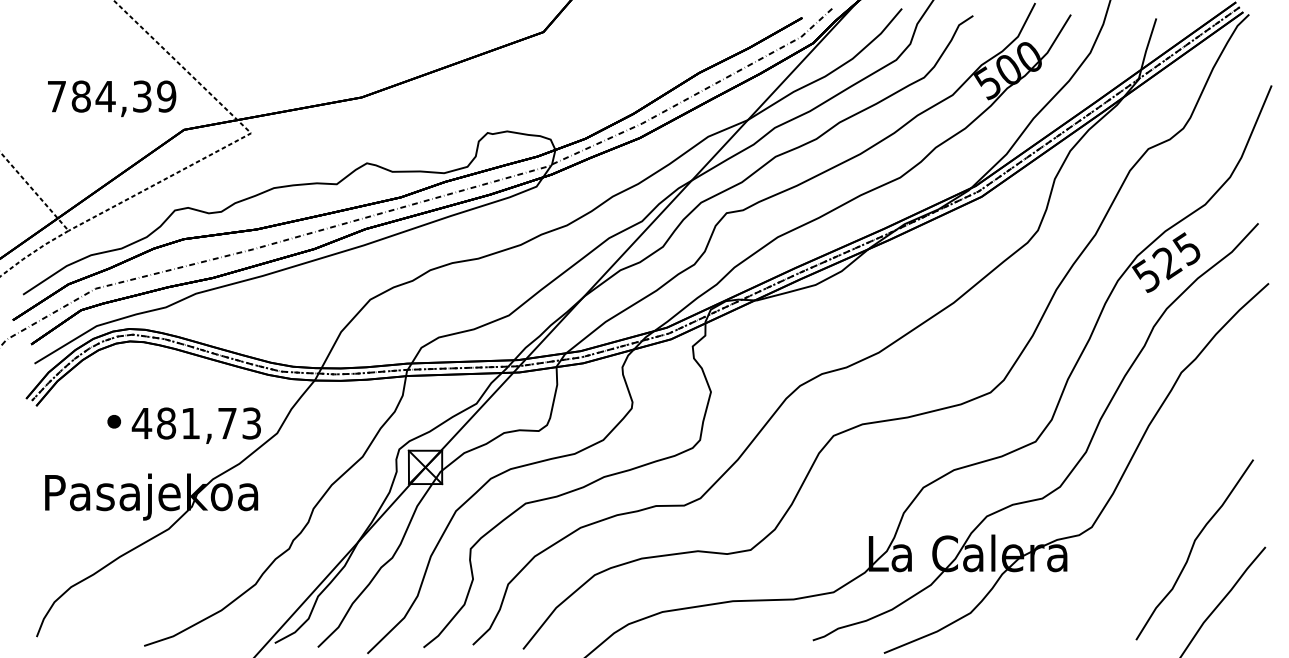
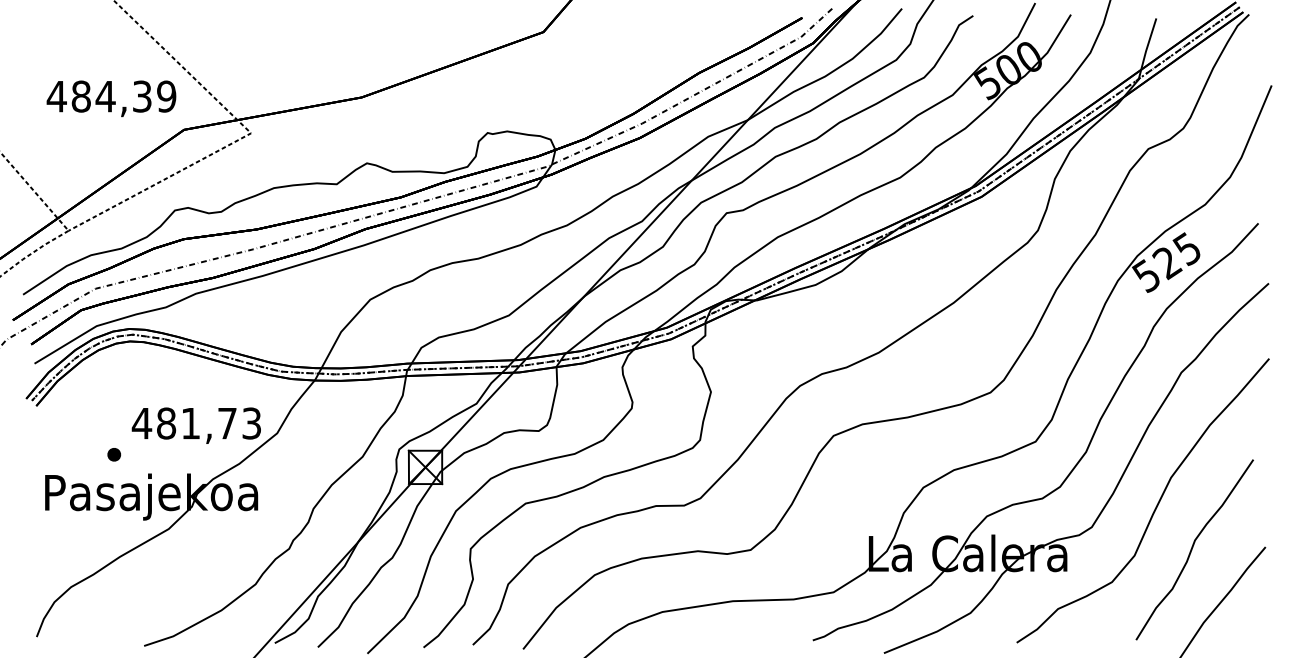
text at (56, 96): 784,39 -> 484,39
part at (114, 421) position: (114, 421) -> (114, 454)
curve at (1155, 506): none -> present
